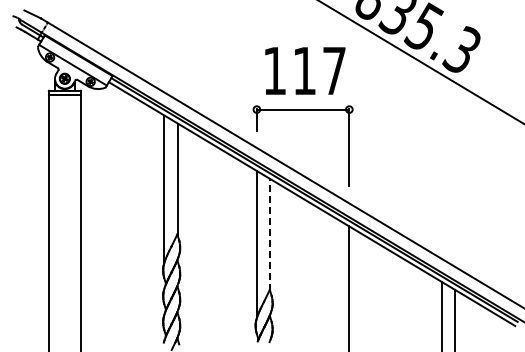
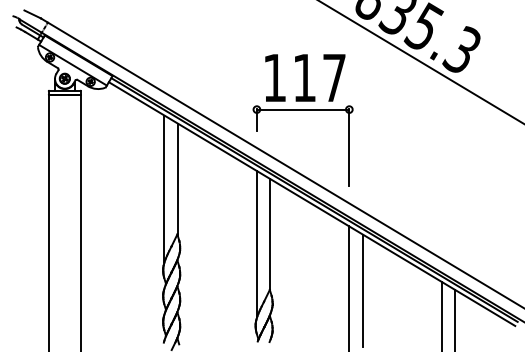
text at (305, 70) position: (305, 70) -> (305, 77)
line at (270, 234): dashed -> solid
line at (362, 290): none -> present
